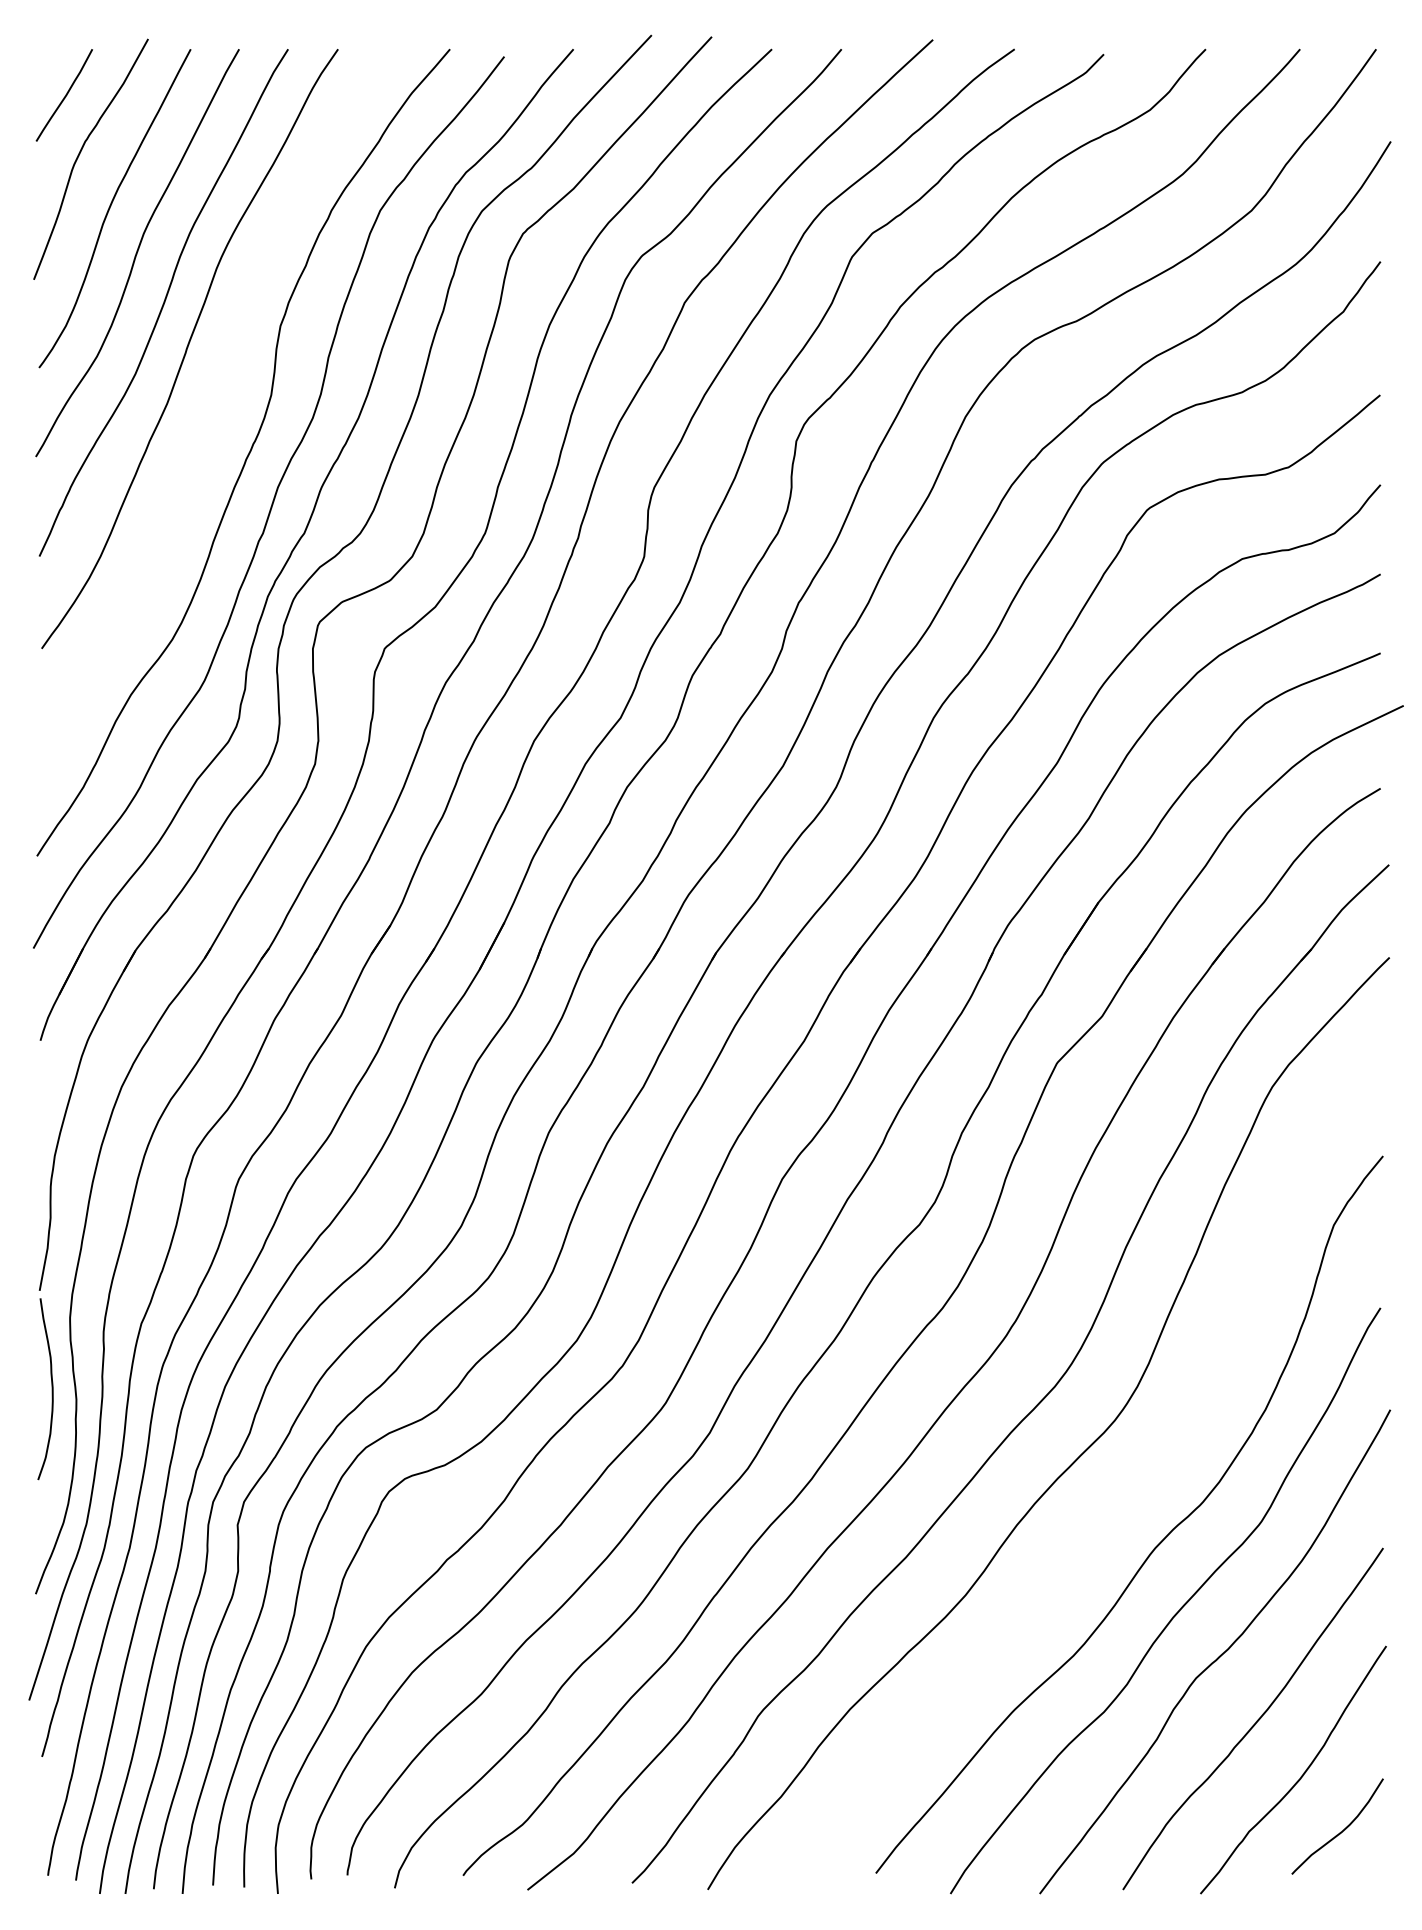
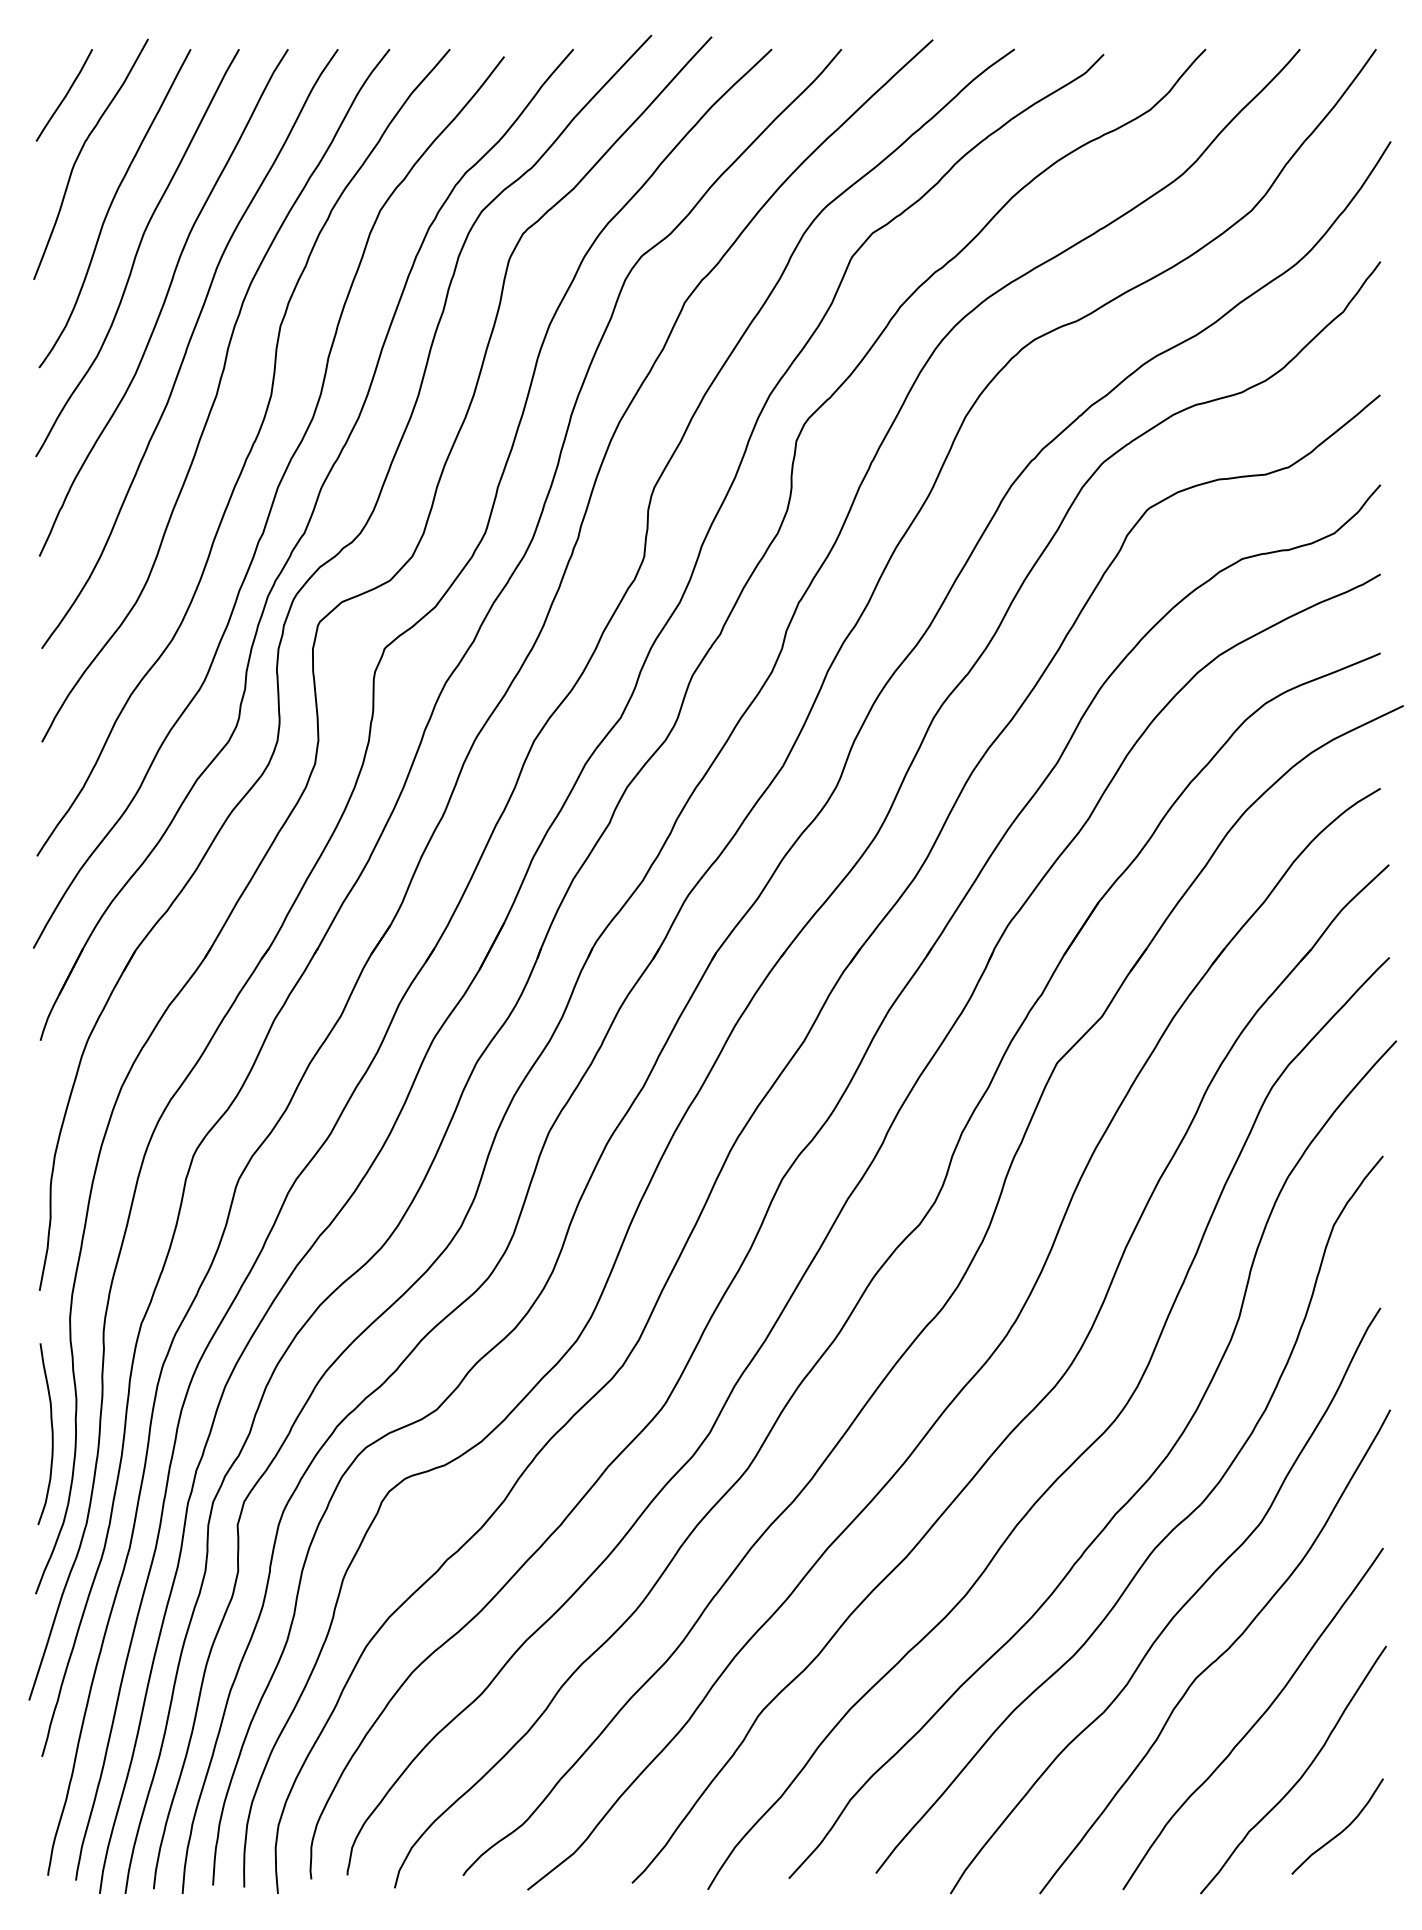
curve at (215, 395): none -> present
curve at (51, 1389) position: (51, 1389) -> (51, 1434)
curve at (1130, 1497): none -> present
